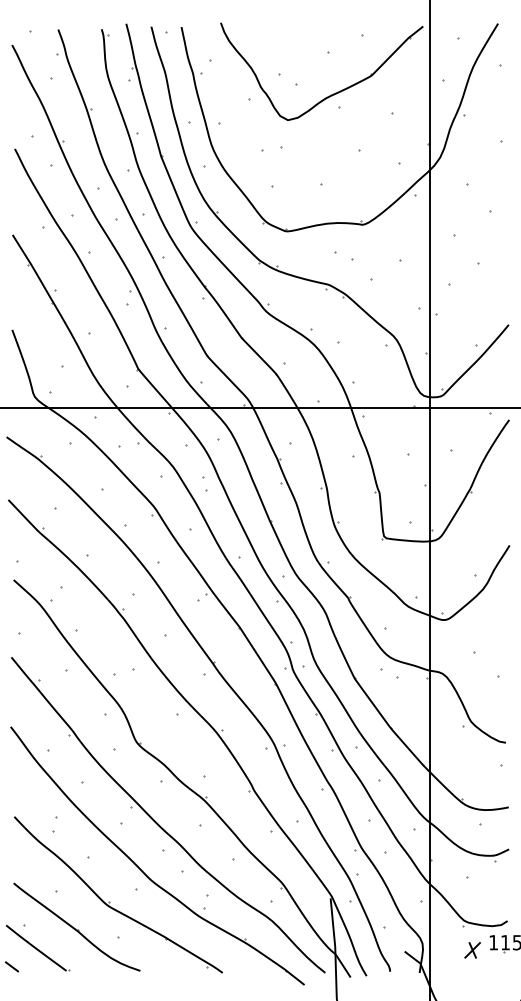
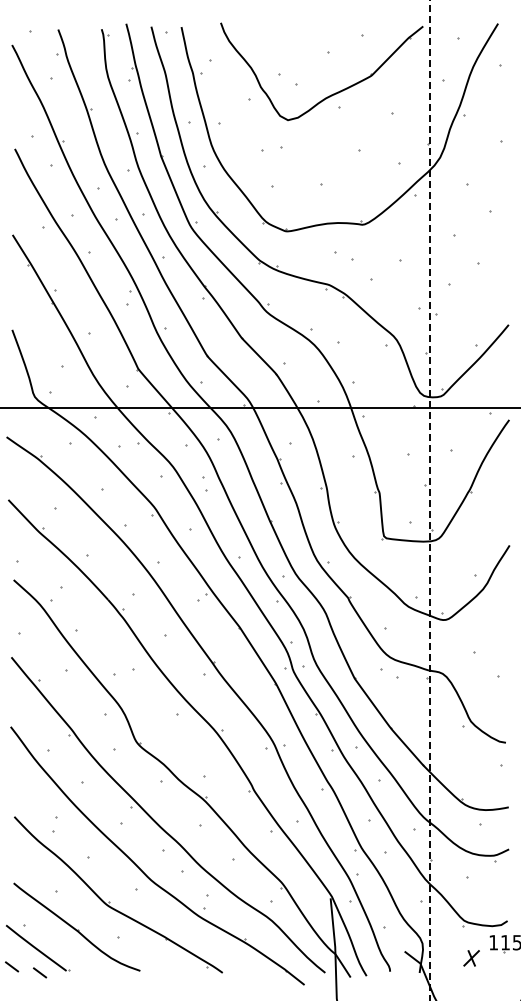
line at (430, 500): solid -> dashed
part at (472, 950) position: (472, 950) -> (471, 958)
line at (40, 972): none -> present
